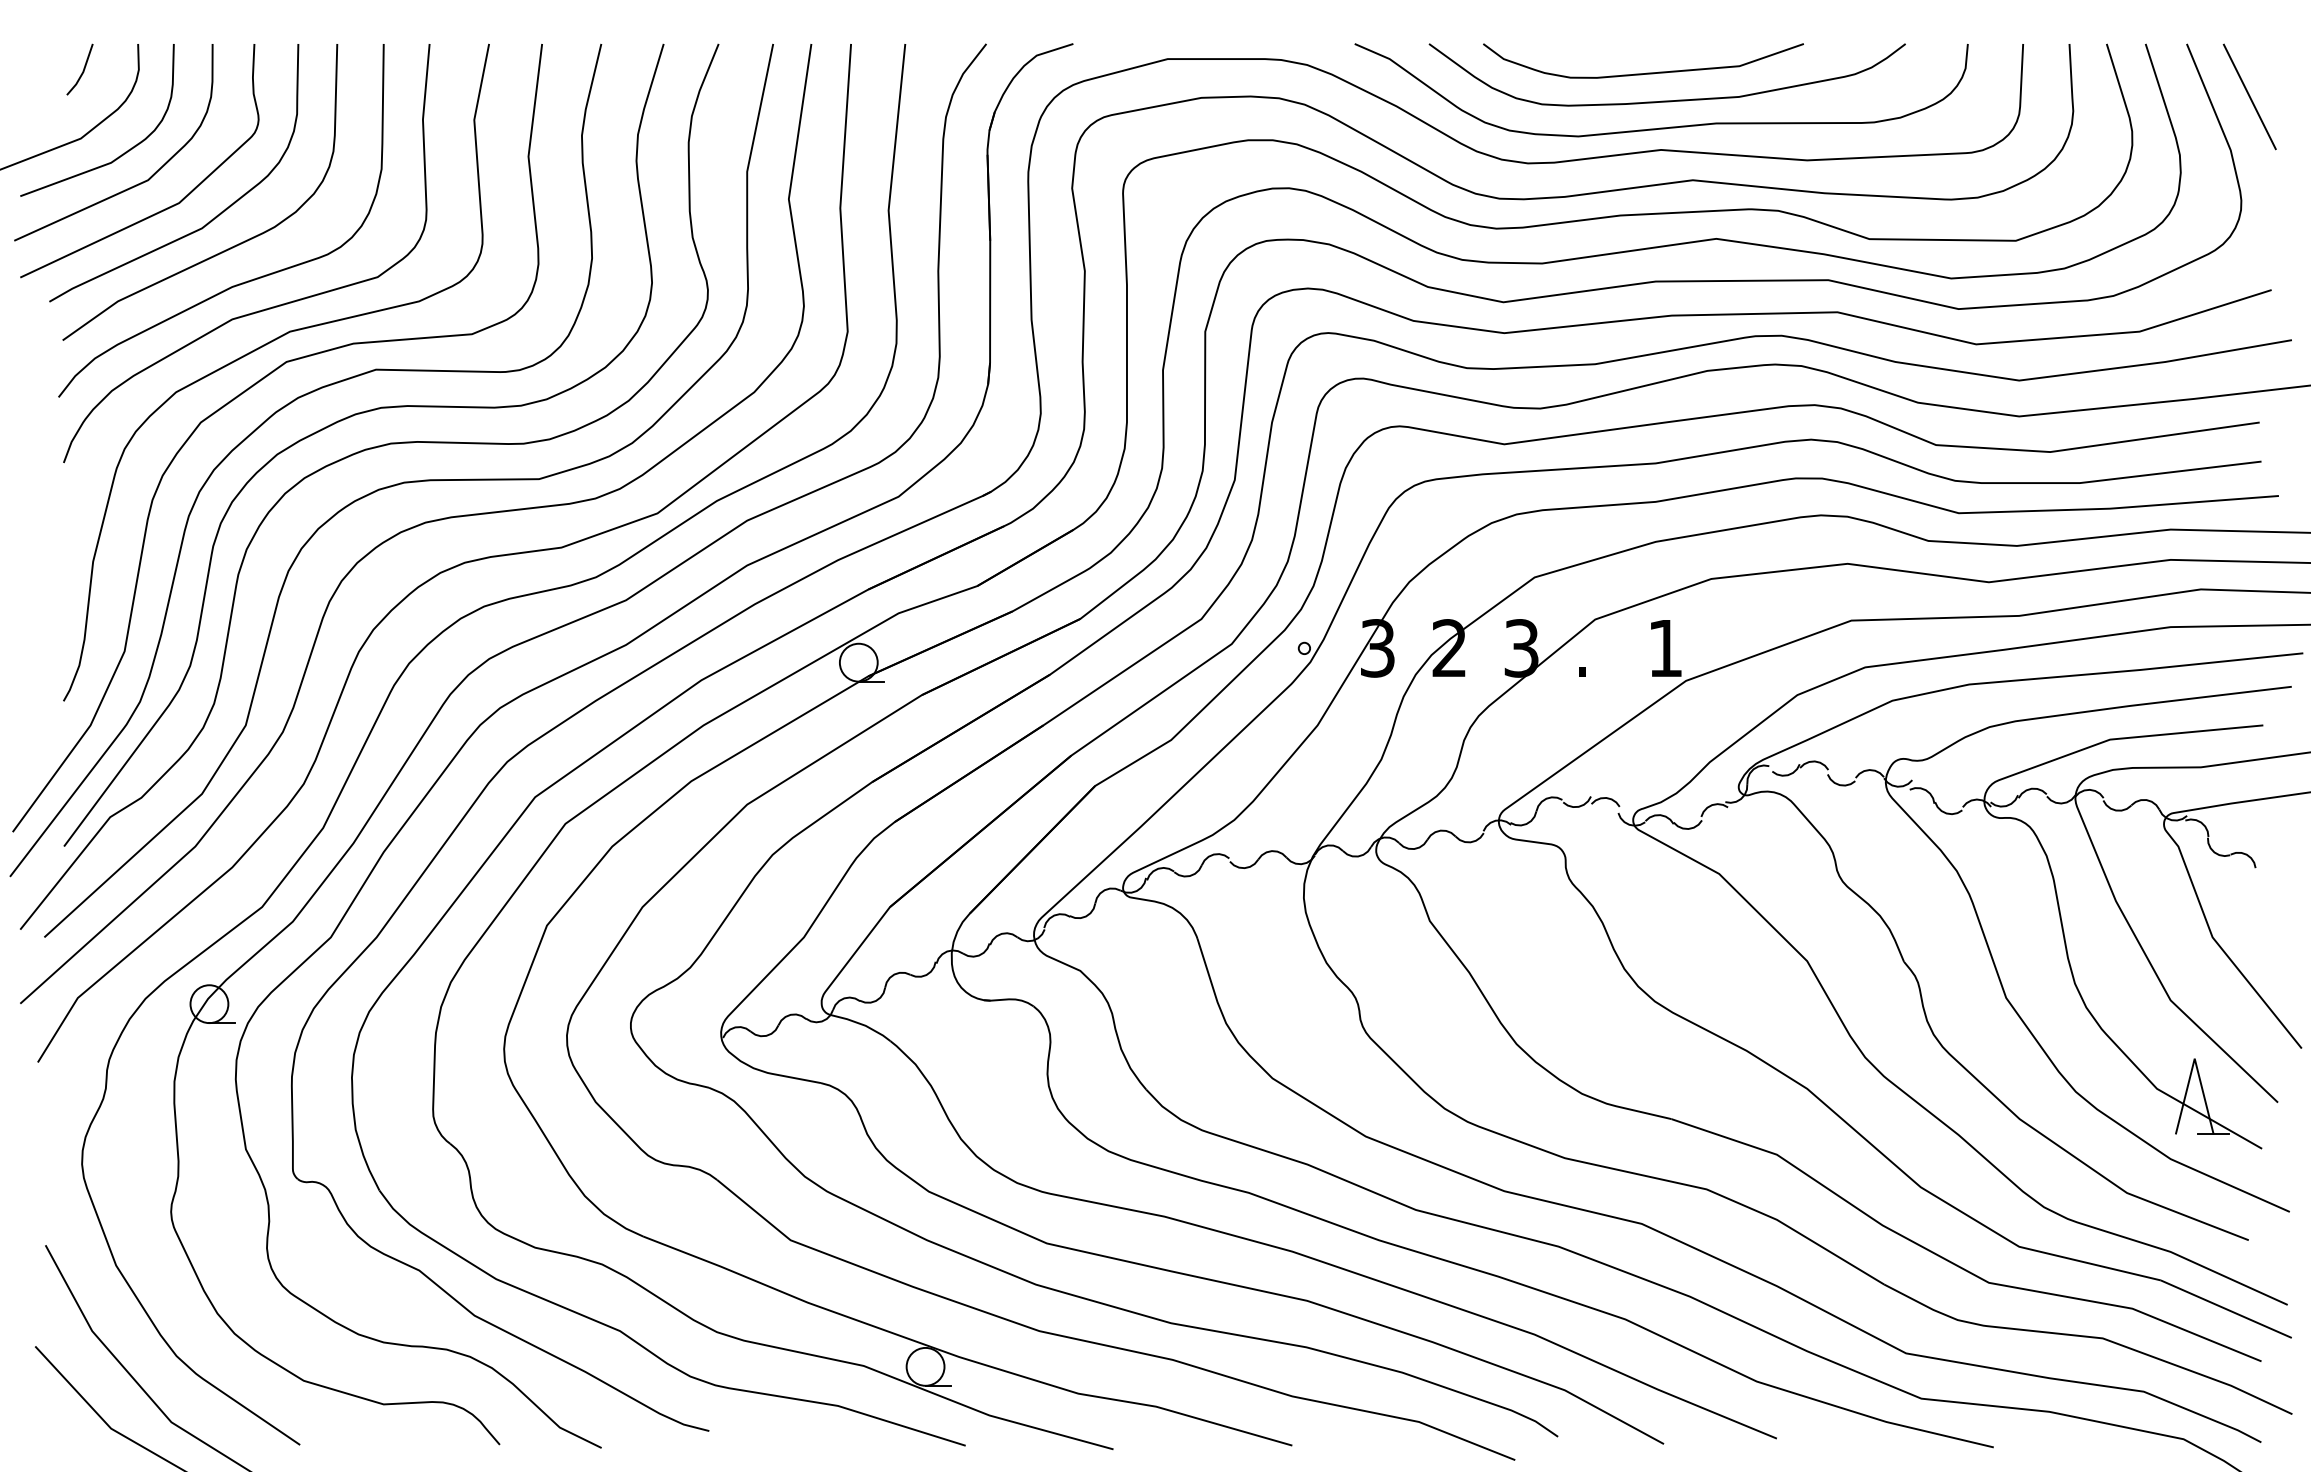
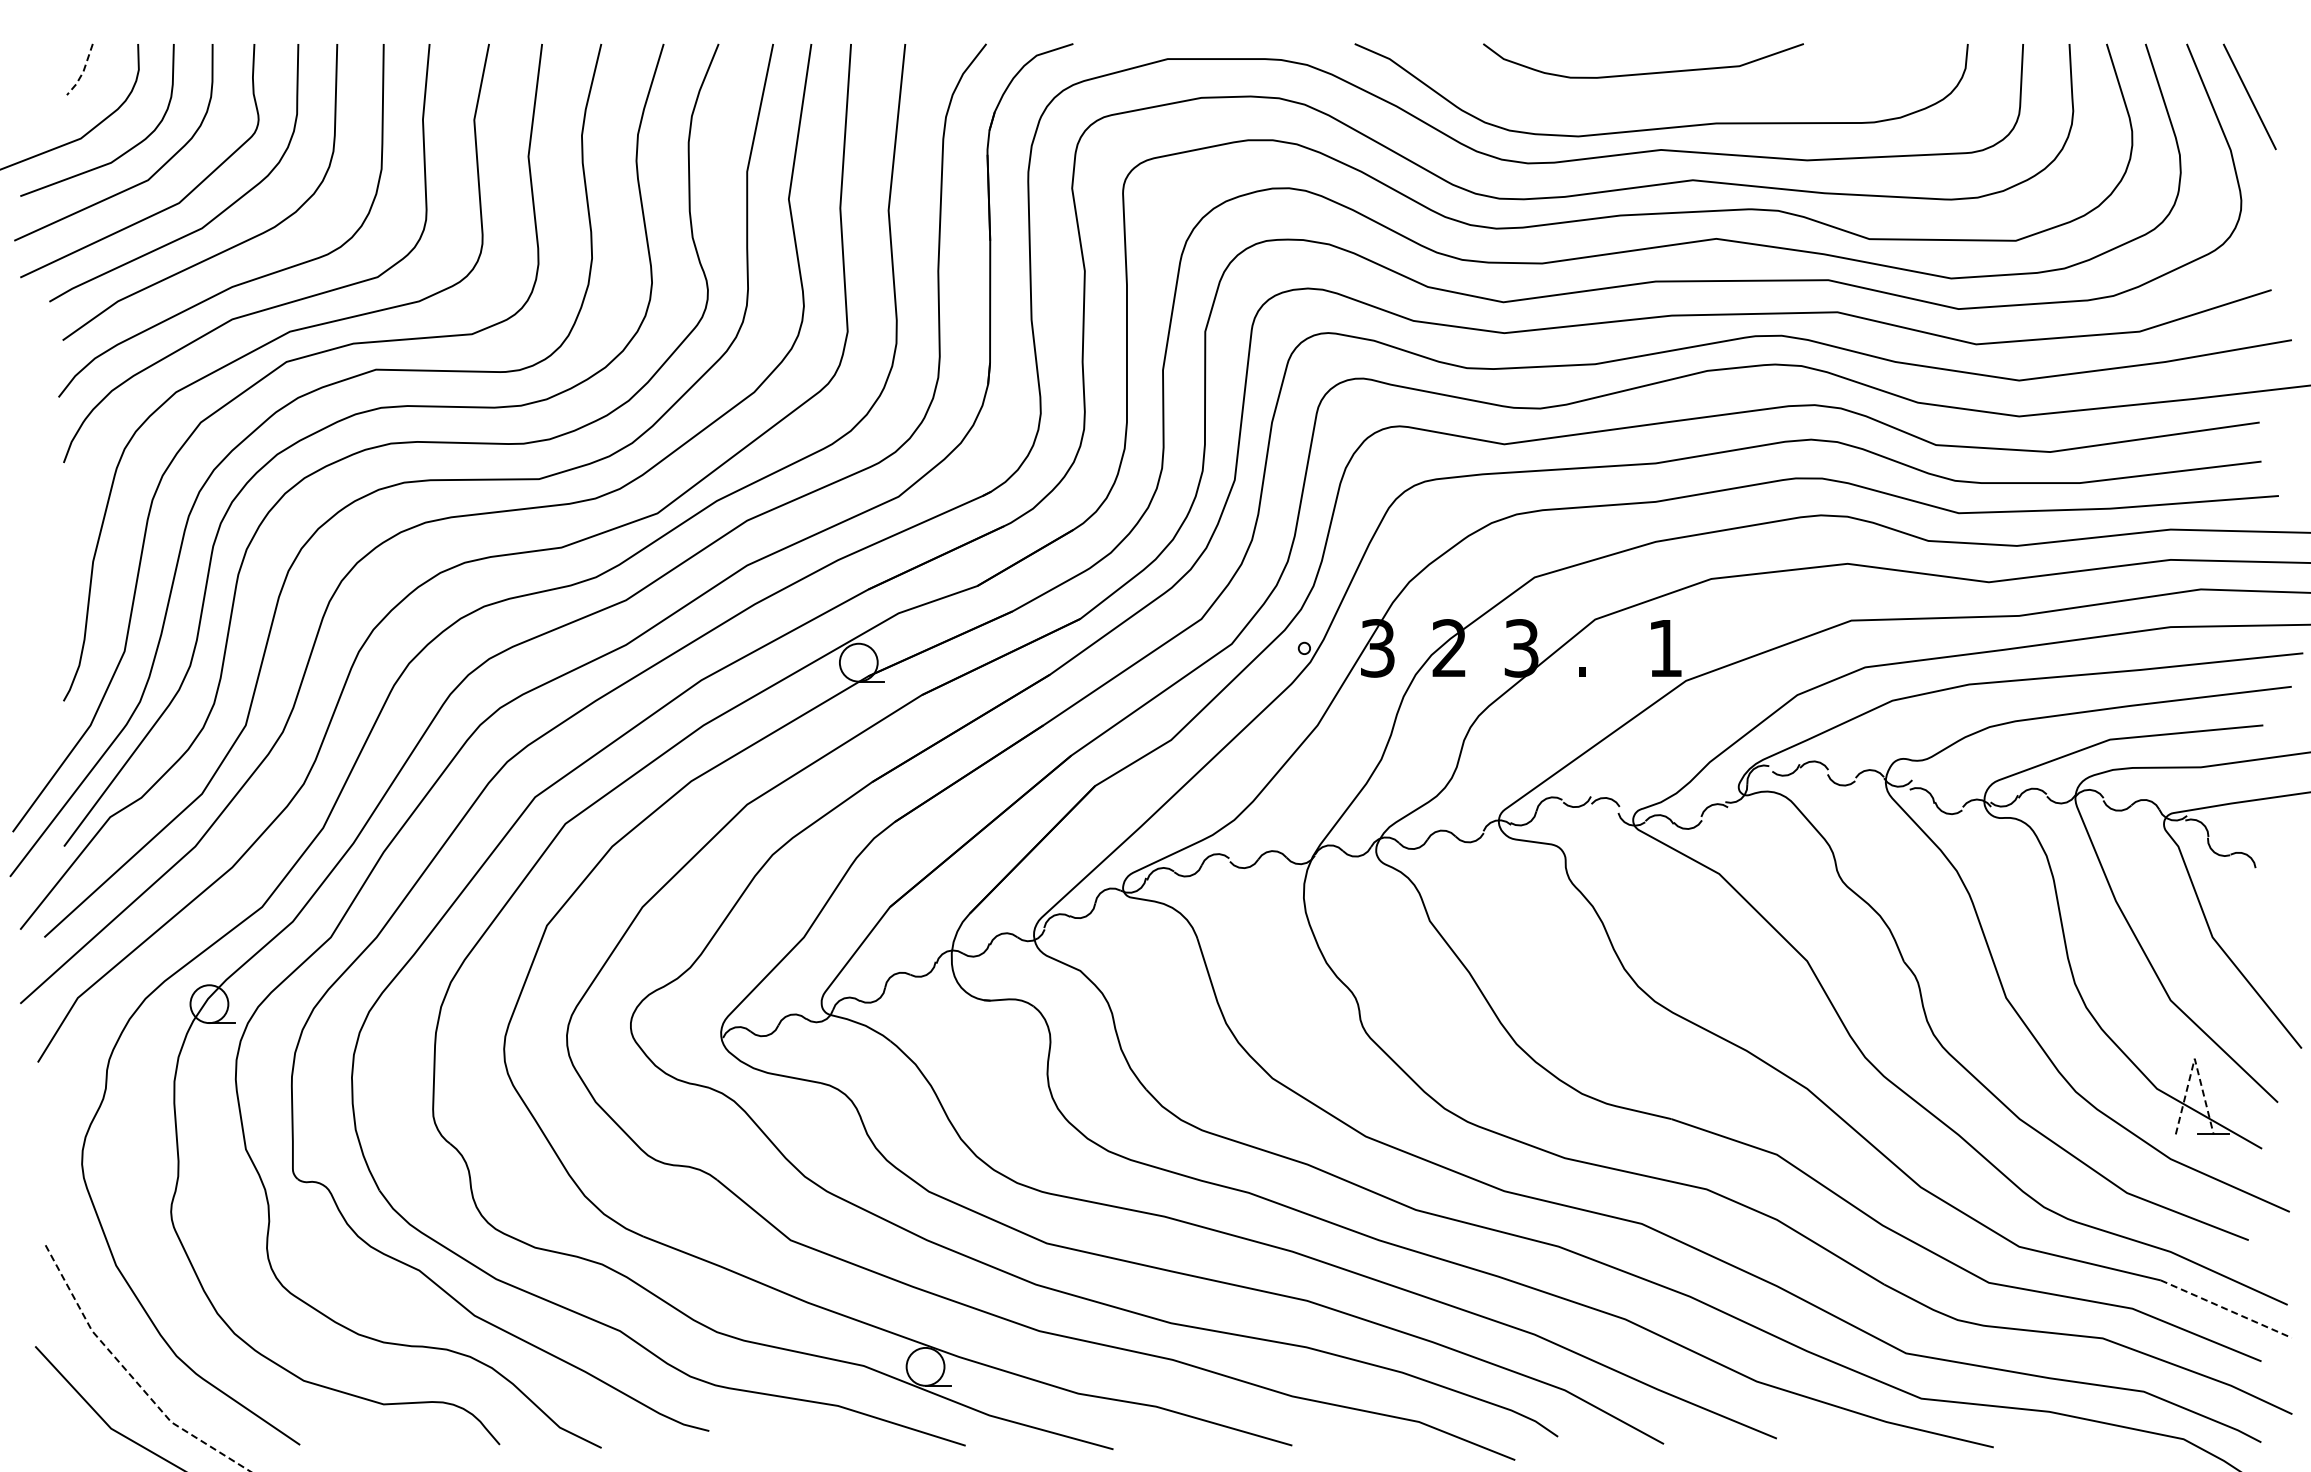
line at (83, 72): solid -> dashed
curve at (1666, 100): present -> none
line at (2194, 1058): solid -> dashed
line at (2226, 1309): solid -> dashed
line at (130, 1375): solid -> dashed
